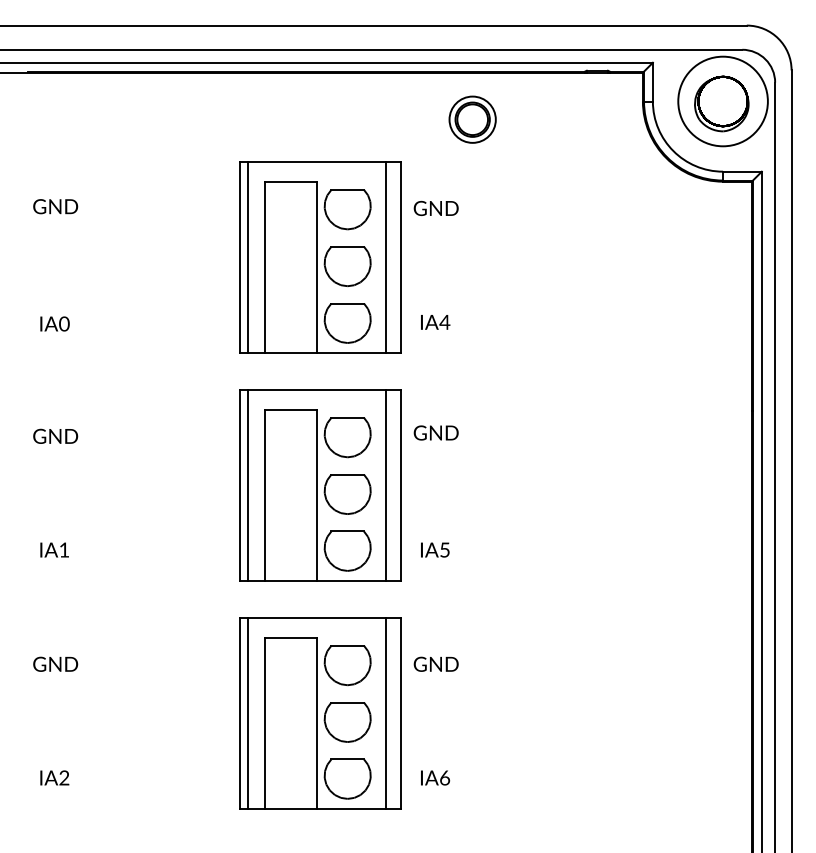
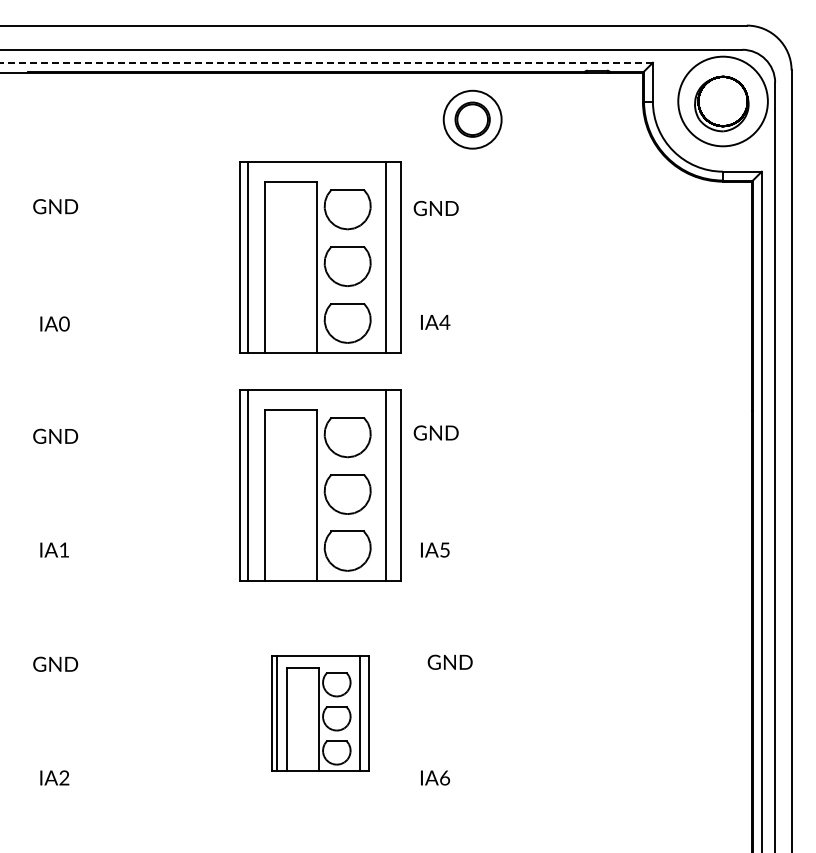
line at (326, 62): solid -> dashed
circle at (472, 119) diameter: 46 px -> 58 px
text at (435, 663) position: (435, 663) -> (449, 661)
part at (320, 713) size: 163x193 px -> 99x117 px
